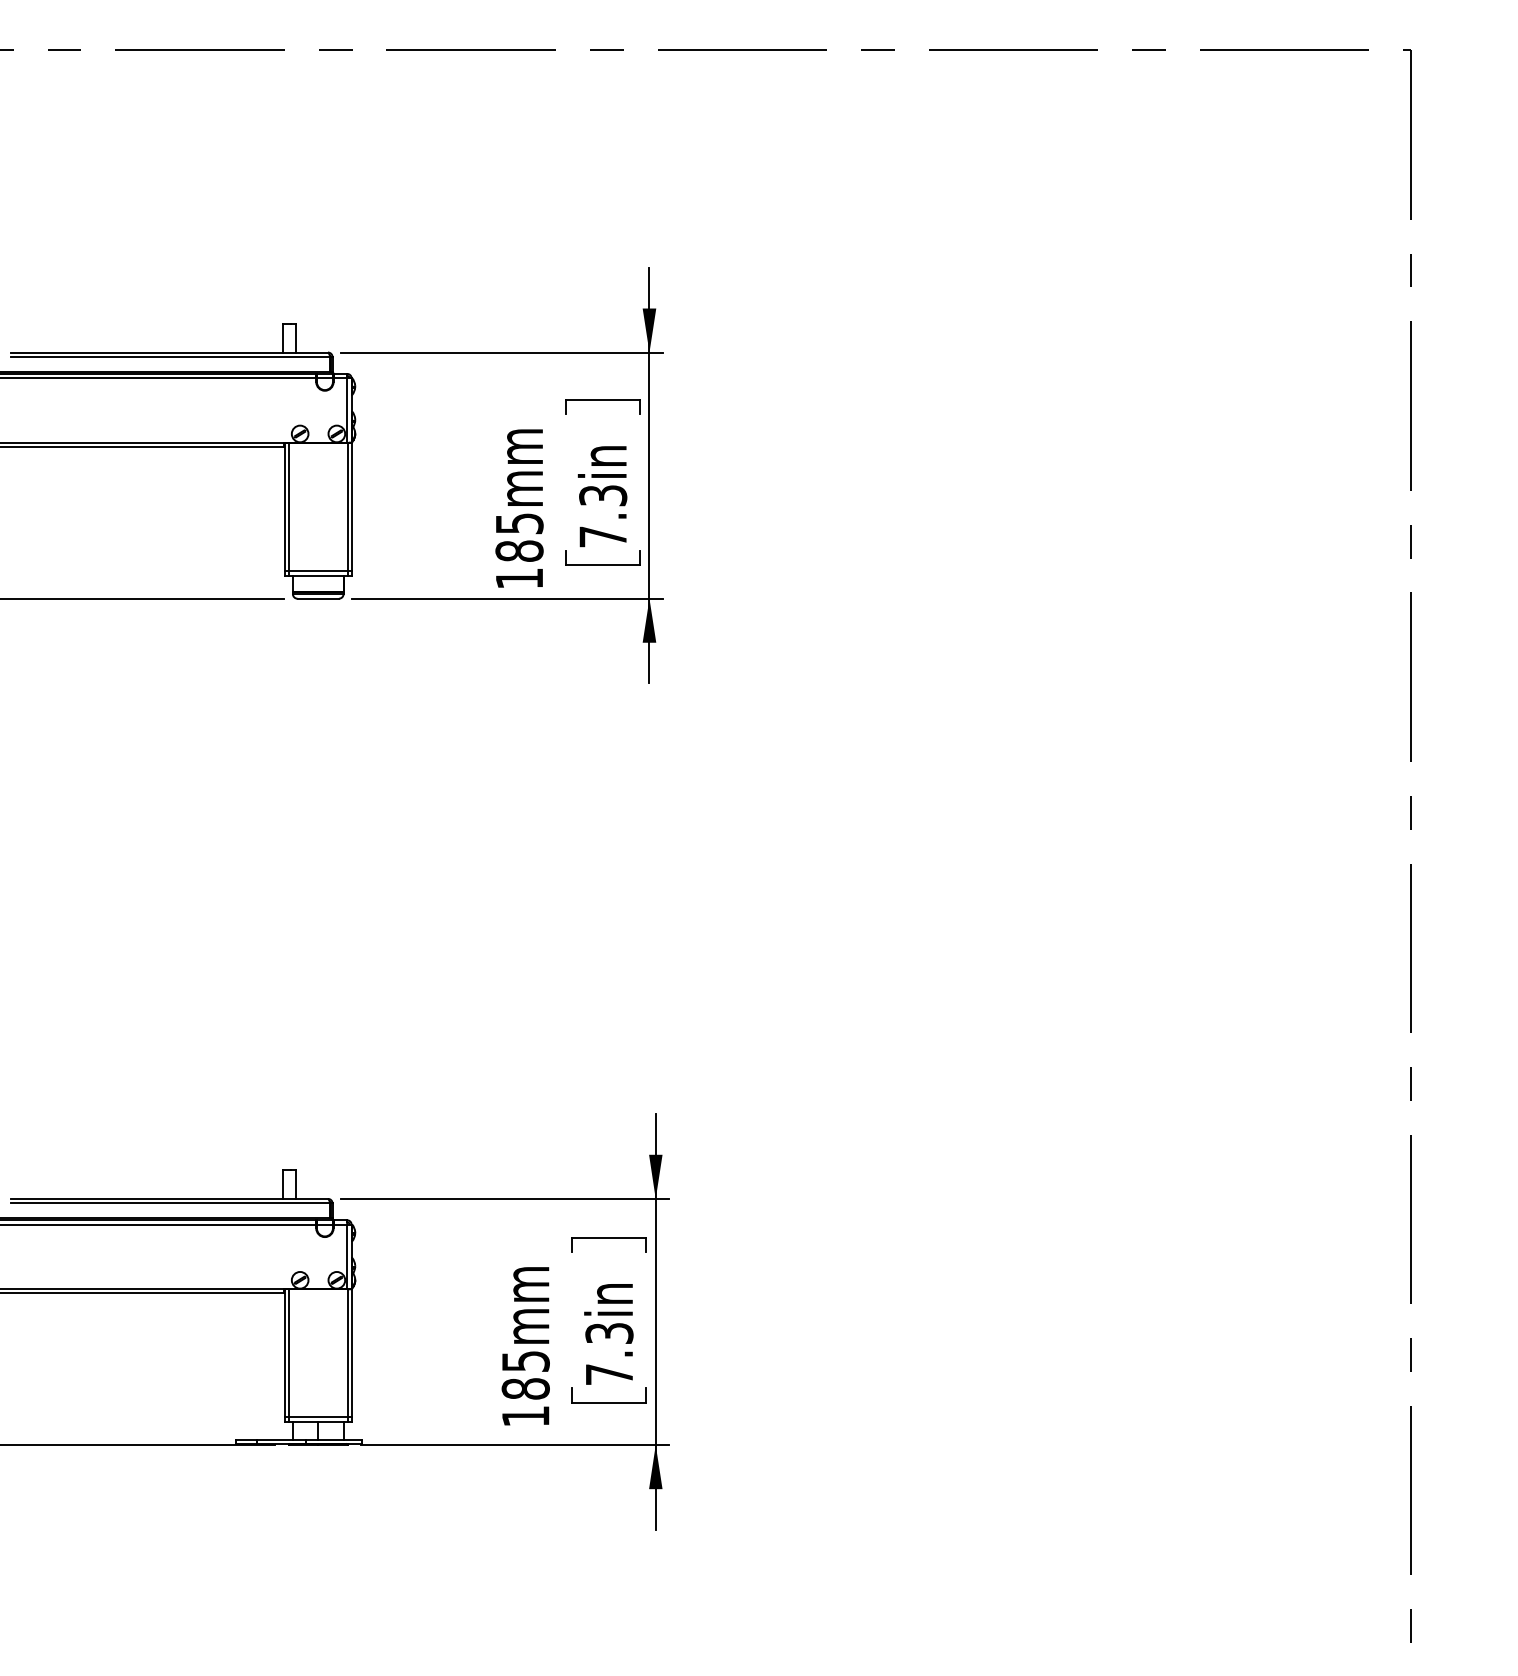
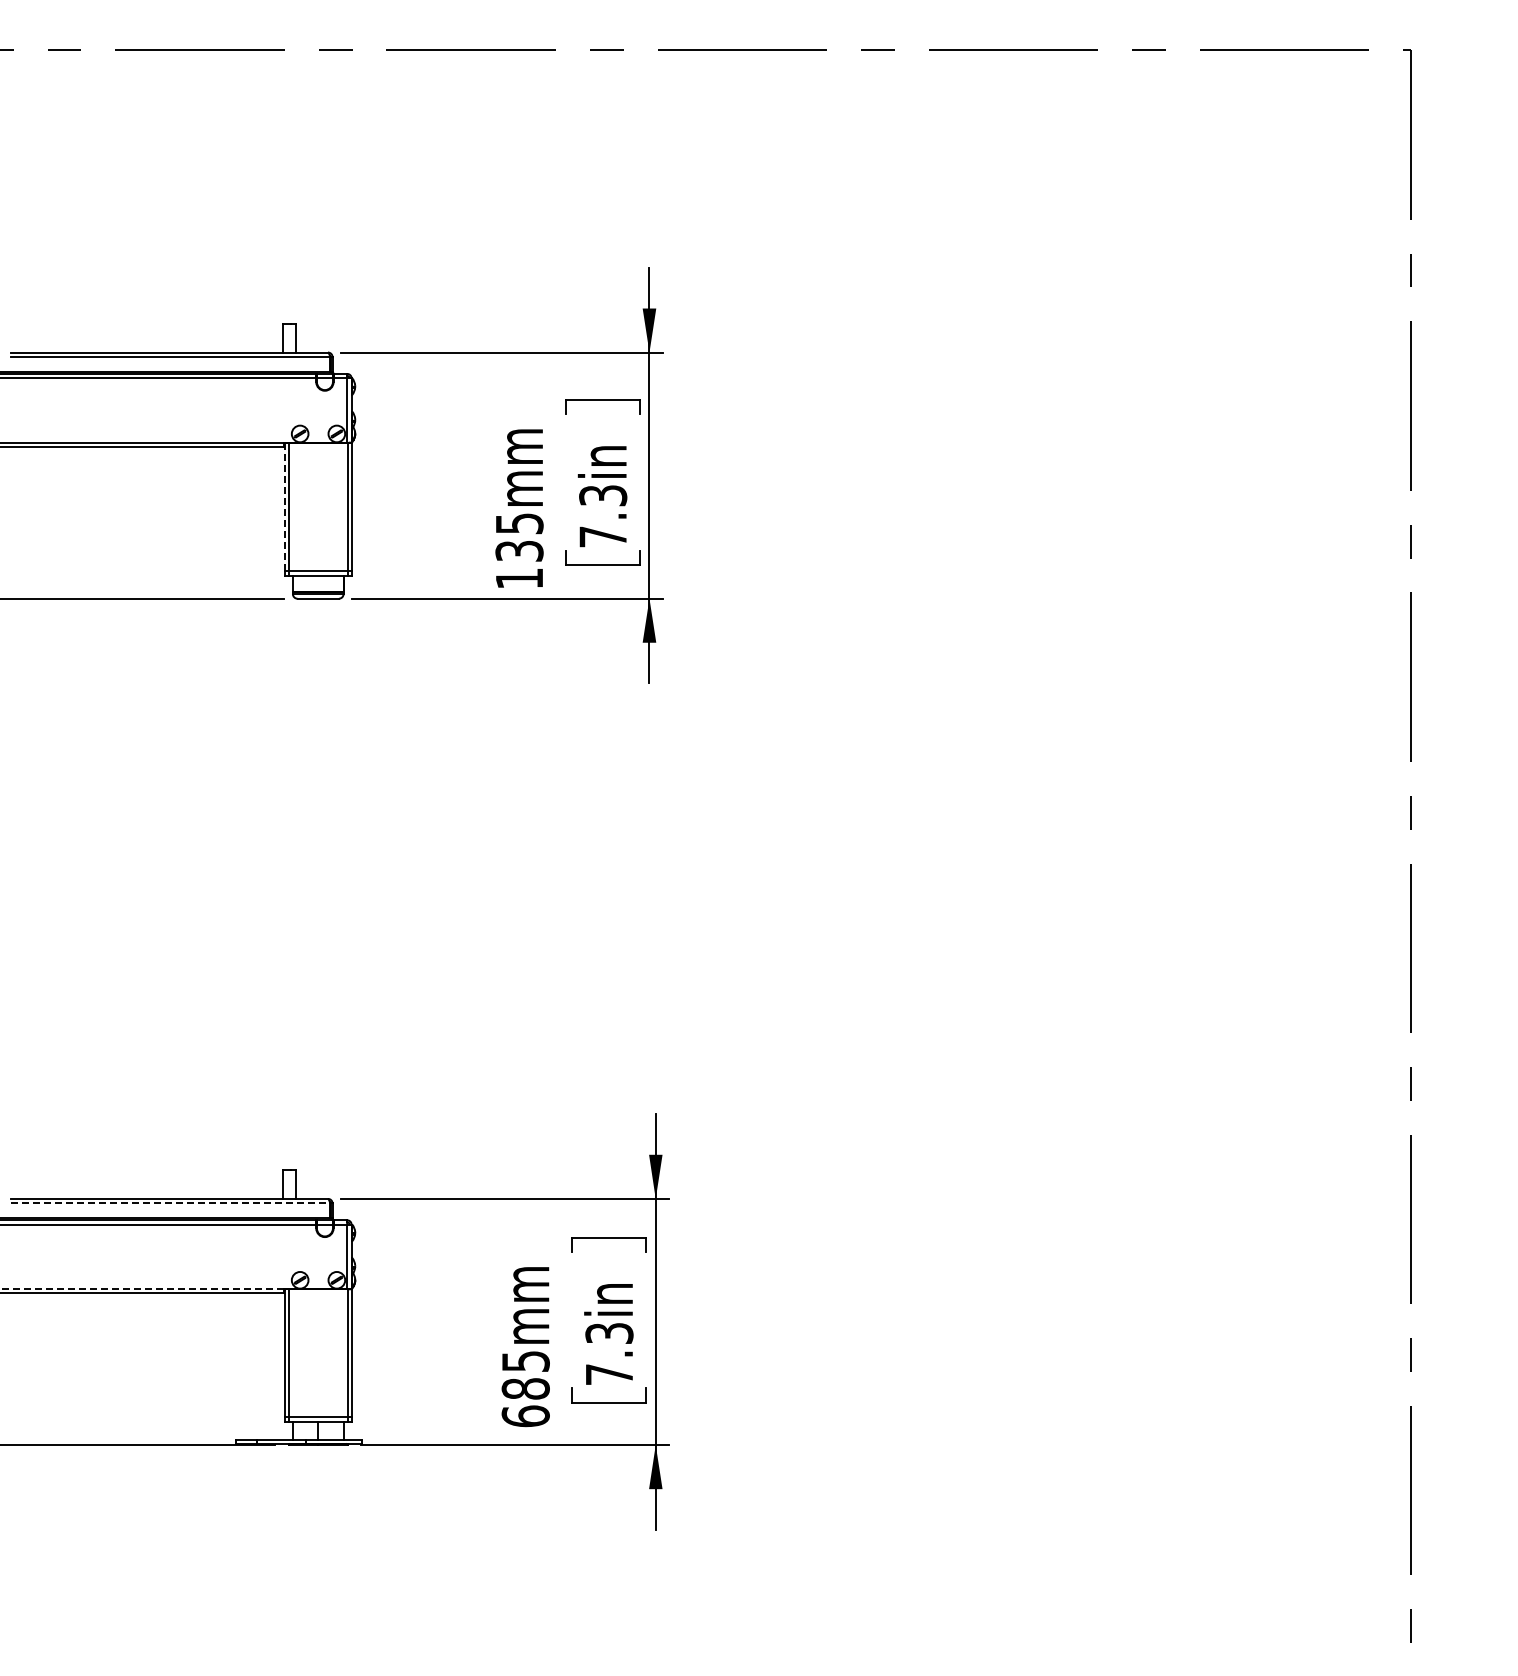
line at (284, 506): solid -> dashed
text at (519, 550): 185mm -> 135mm
line at (171, 1203): solid -> dashed
line at (142, 1288): solid -> dashed
text at (525, 1416): 185mm -> 685mm
